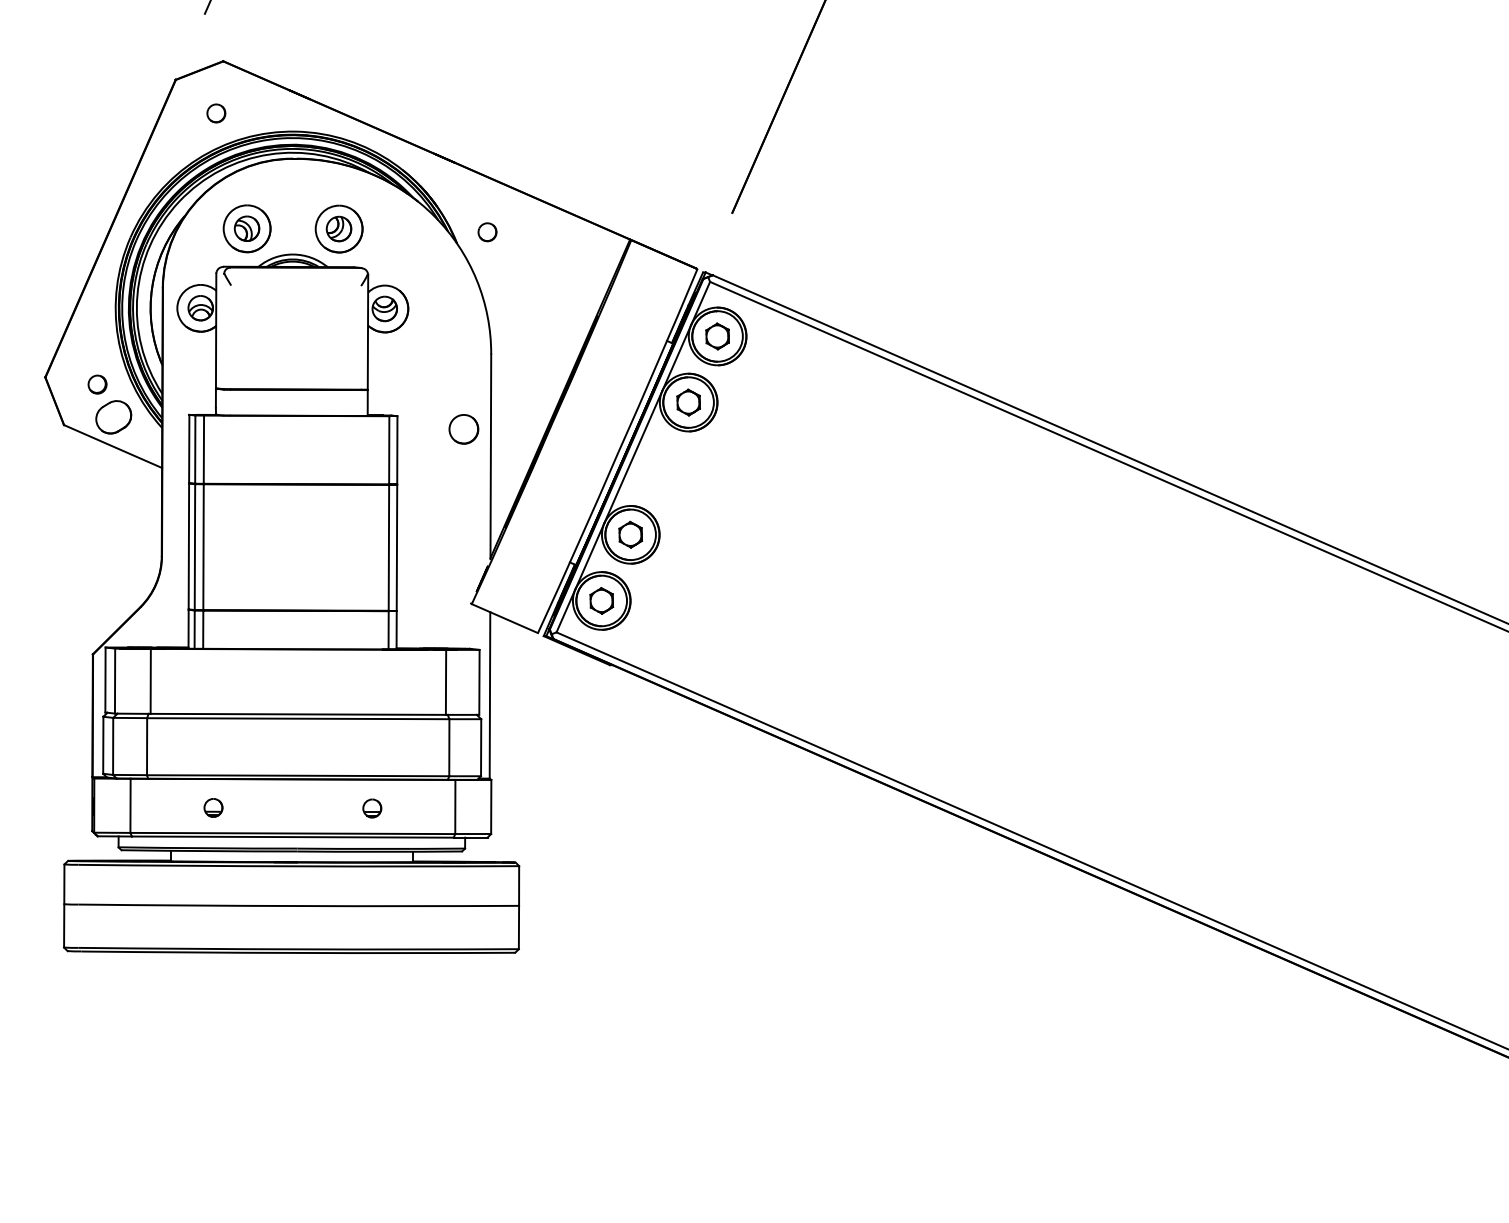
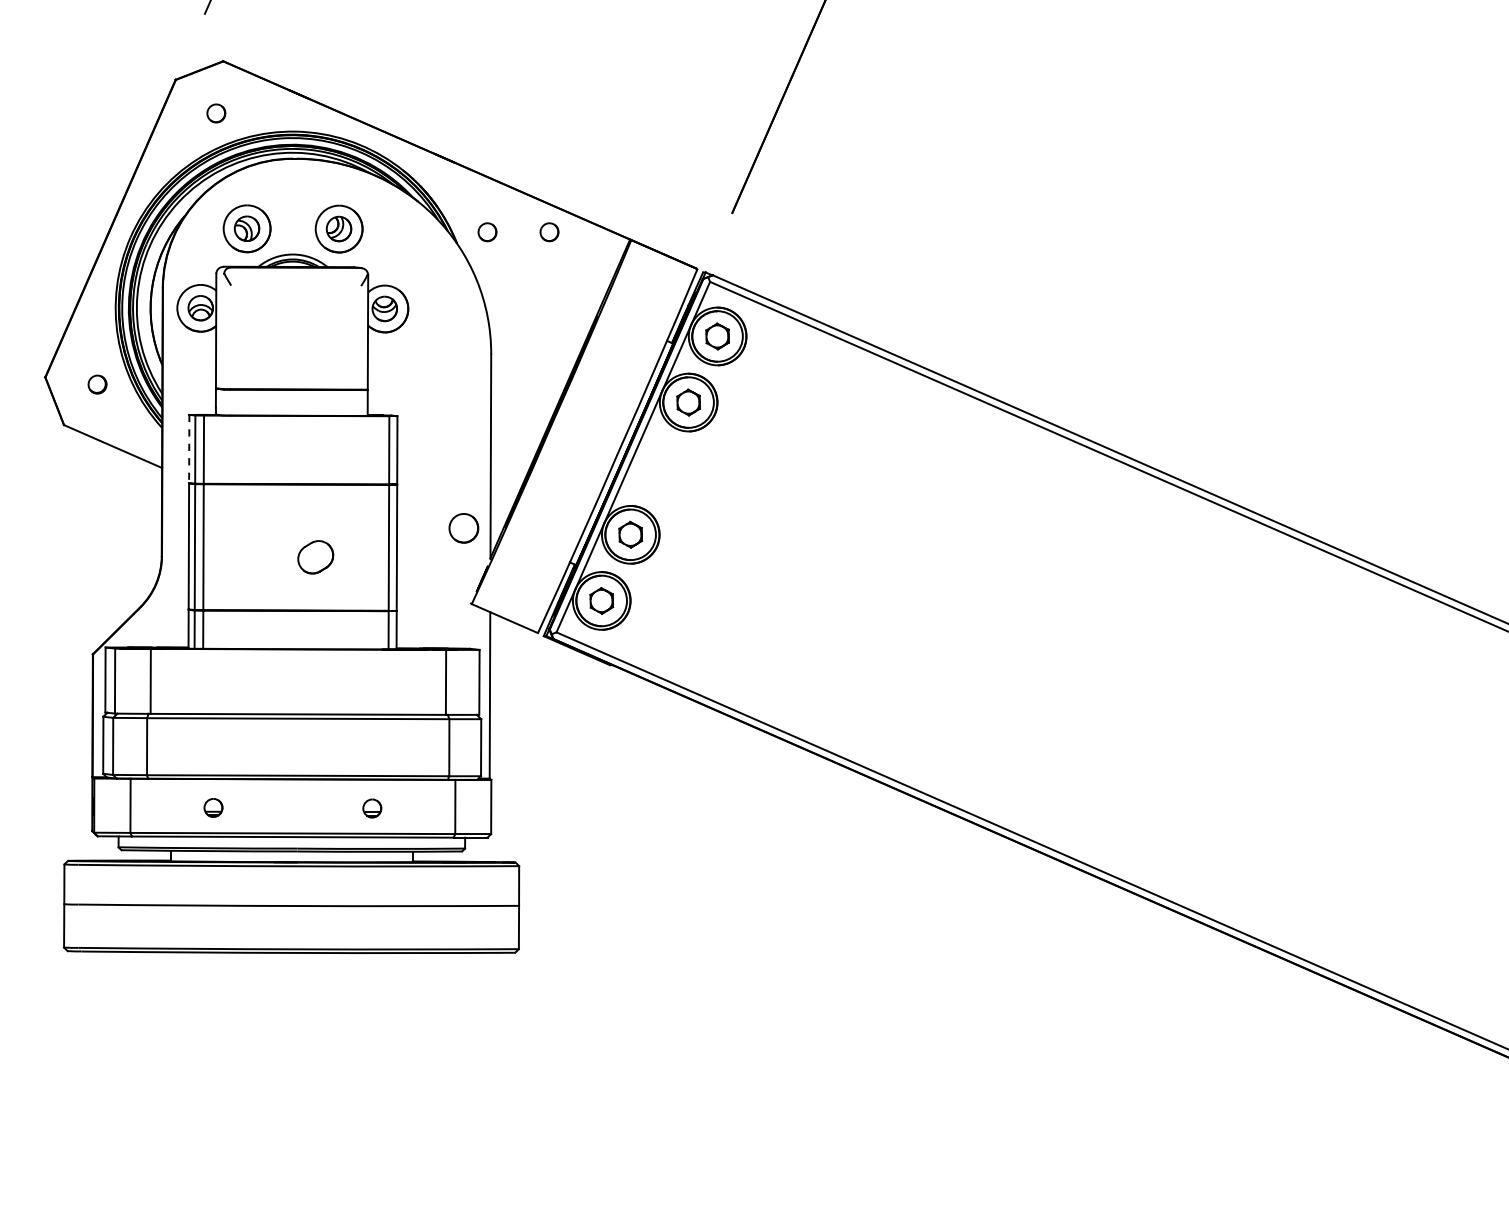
part at (549, 232): none -> present
part at (113, 417) position: (113, 417) -> (315, 557)
part at (463, 429) position: (463, 429) -> (463, 528)
line at (189, 449): solid -> dashed
